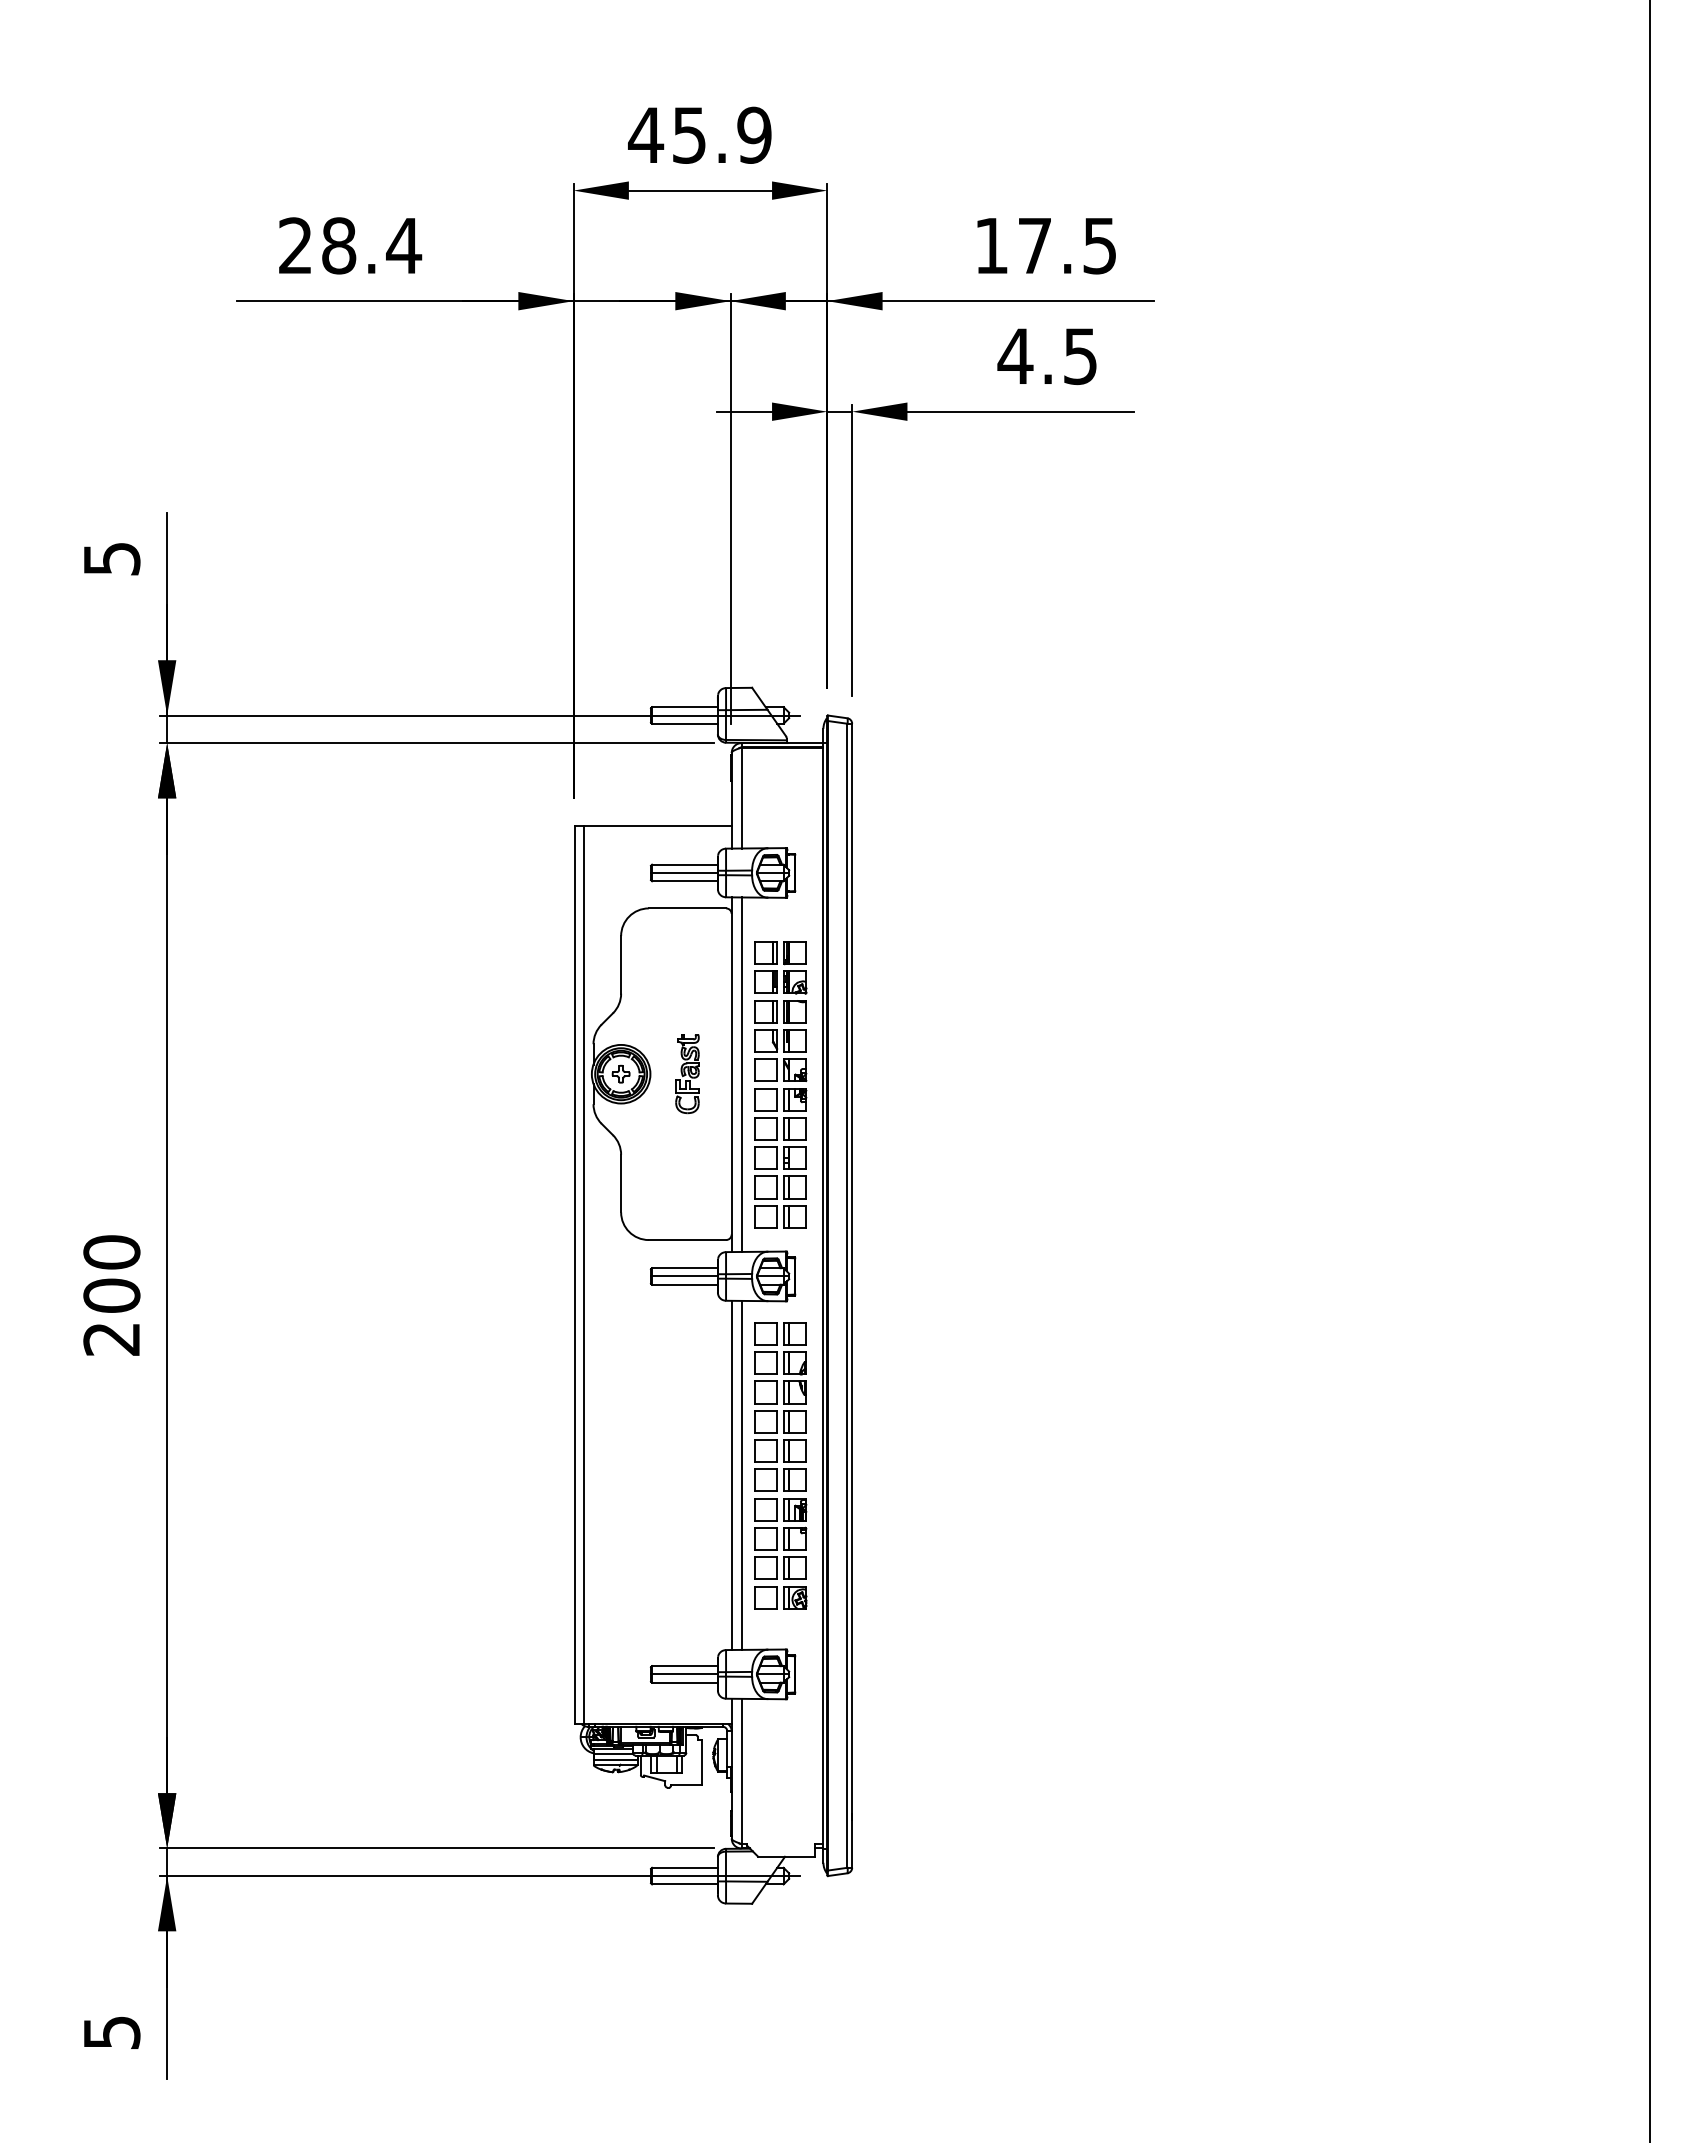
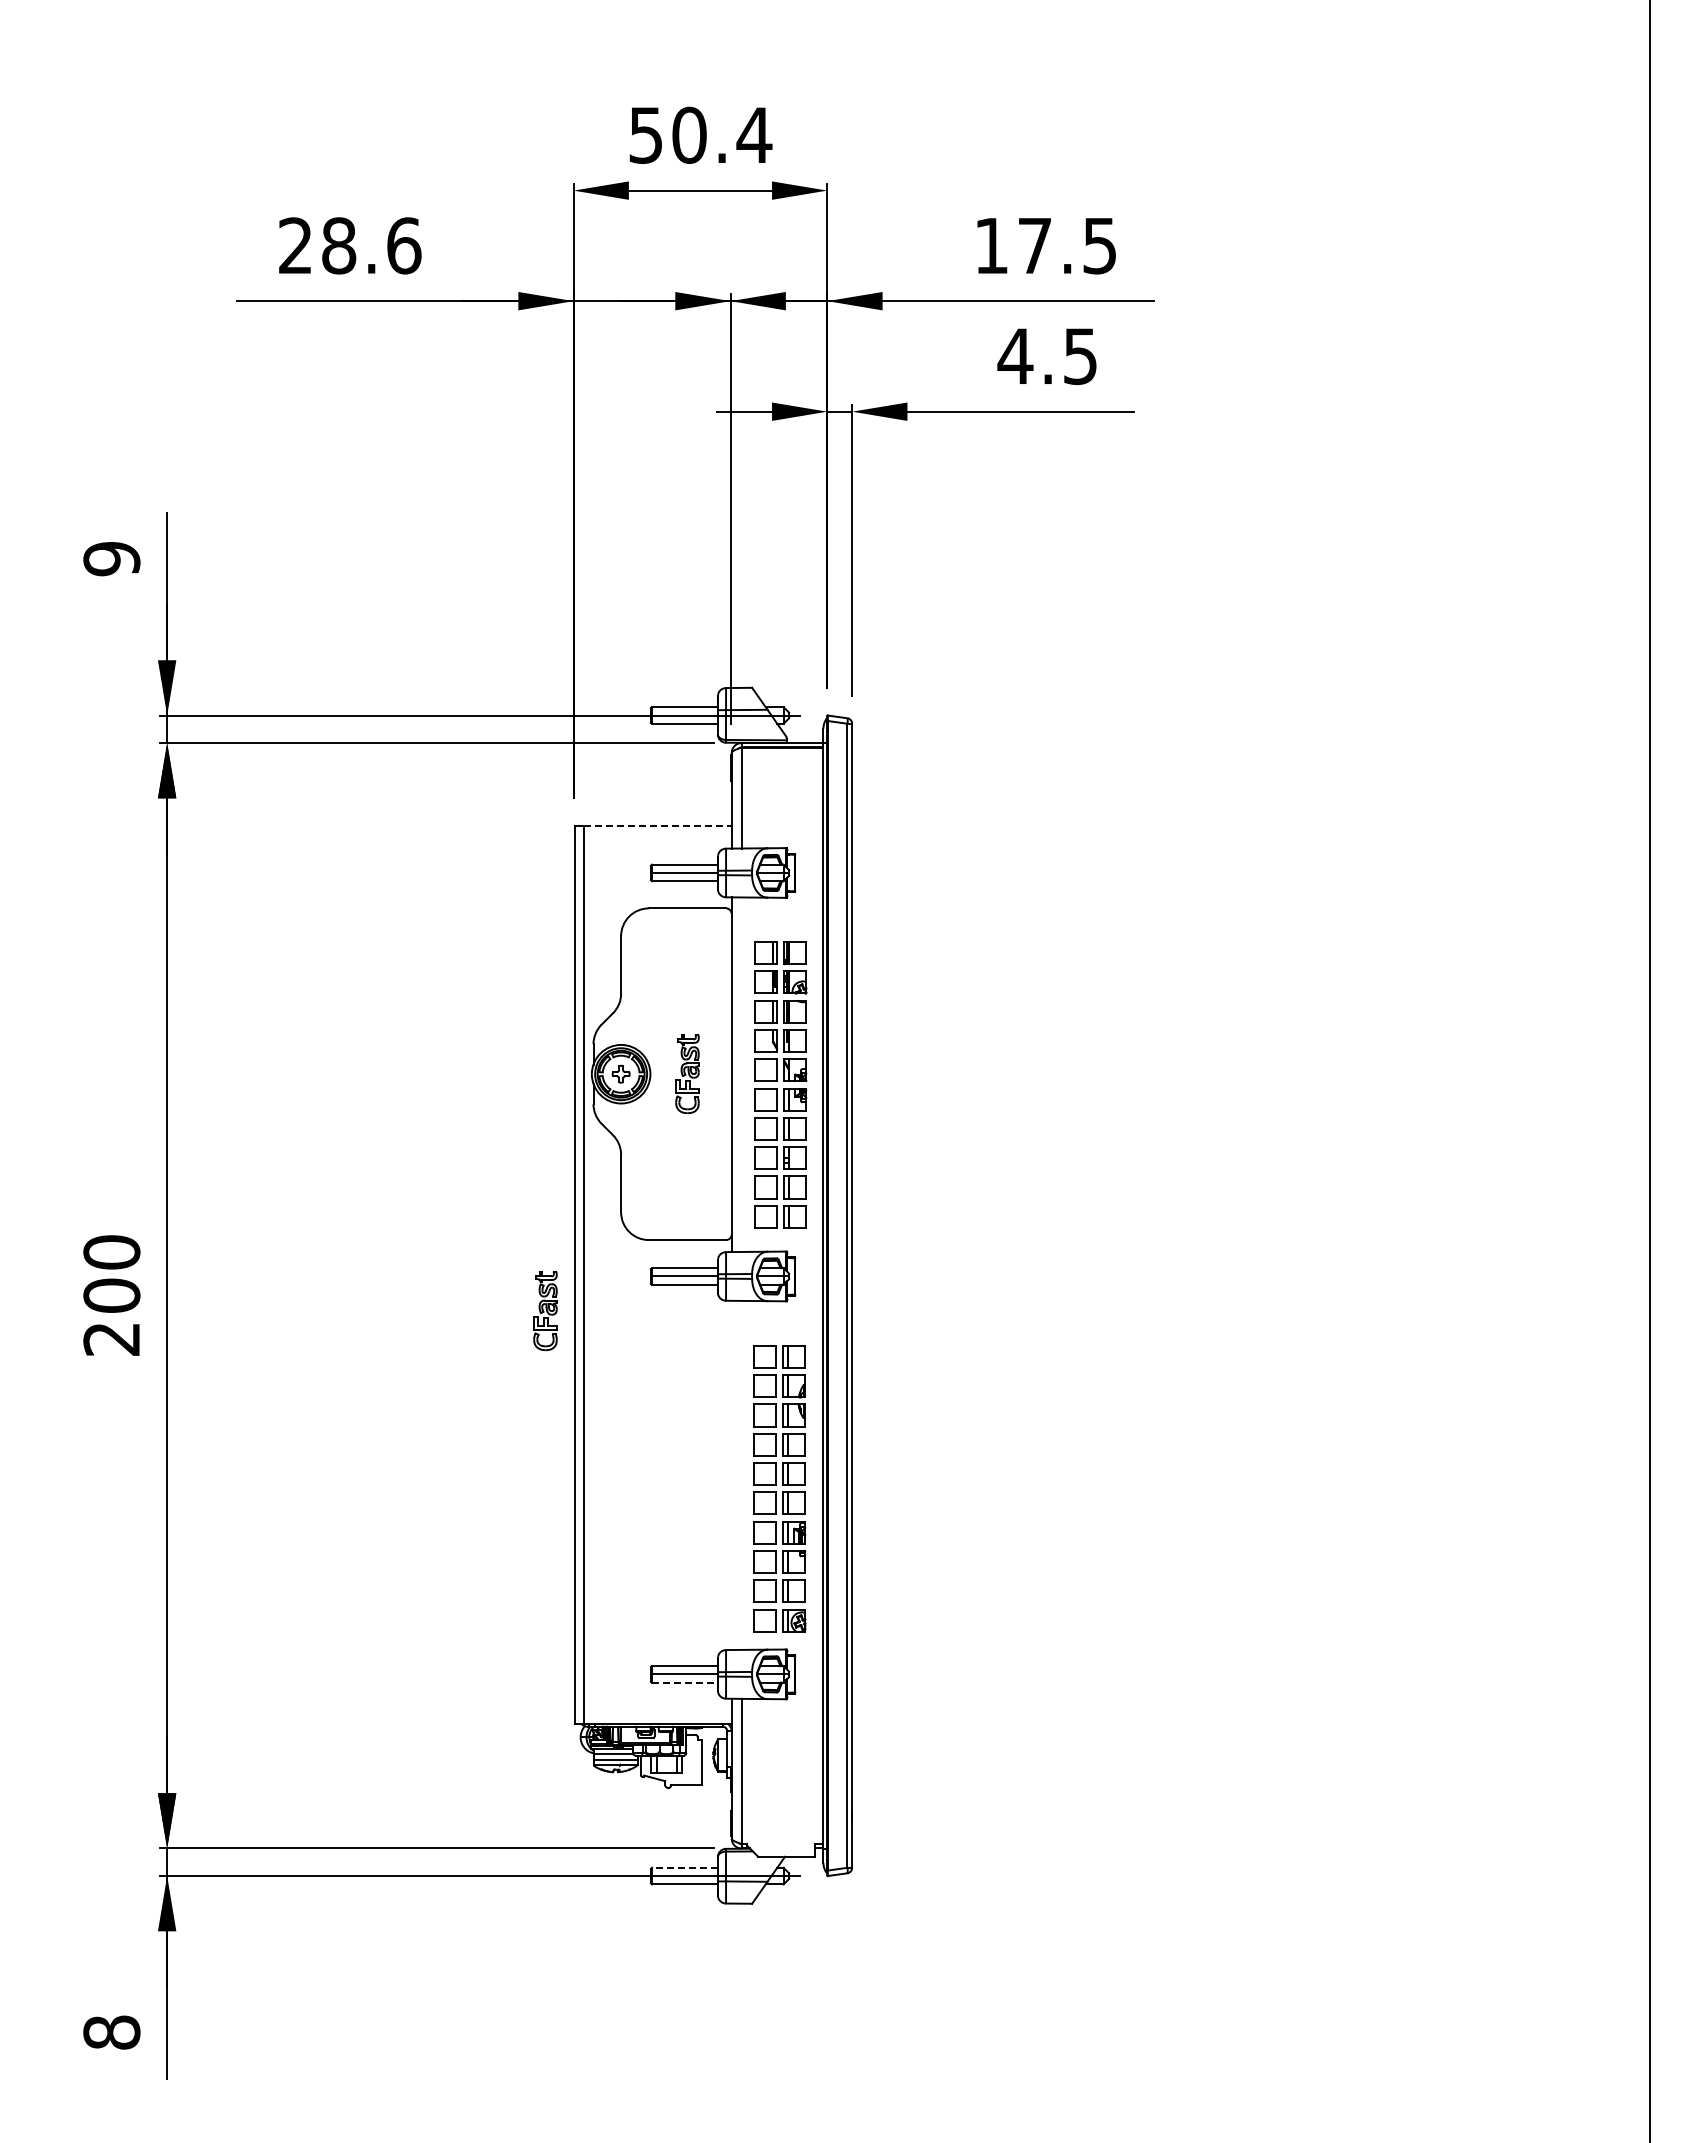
text at (700, 134): 45.9 -> 50.4
text at (404, 245): 28.4 -> 28.6
text at (111, 559): 5 -> 9
line at (658, 825): solid -> dashed
line at (741, 1074): present -> none
part at (545, 1311): none -> present
part at (780, 1465) position: (780, 1465) -> (779, 1488)
line at (741, 1474): present -> none
line at (731, 1475): present -> none
line at (684, 1682): solid -> dashed
line at (684, 1867): solid -> dashed
text at (111, 2032): 5 -> 8
